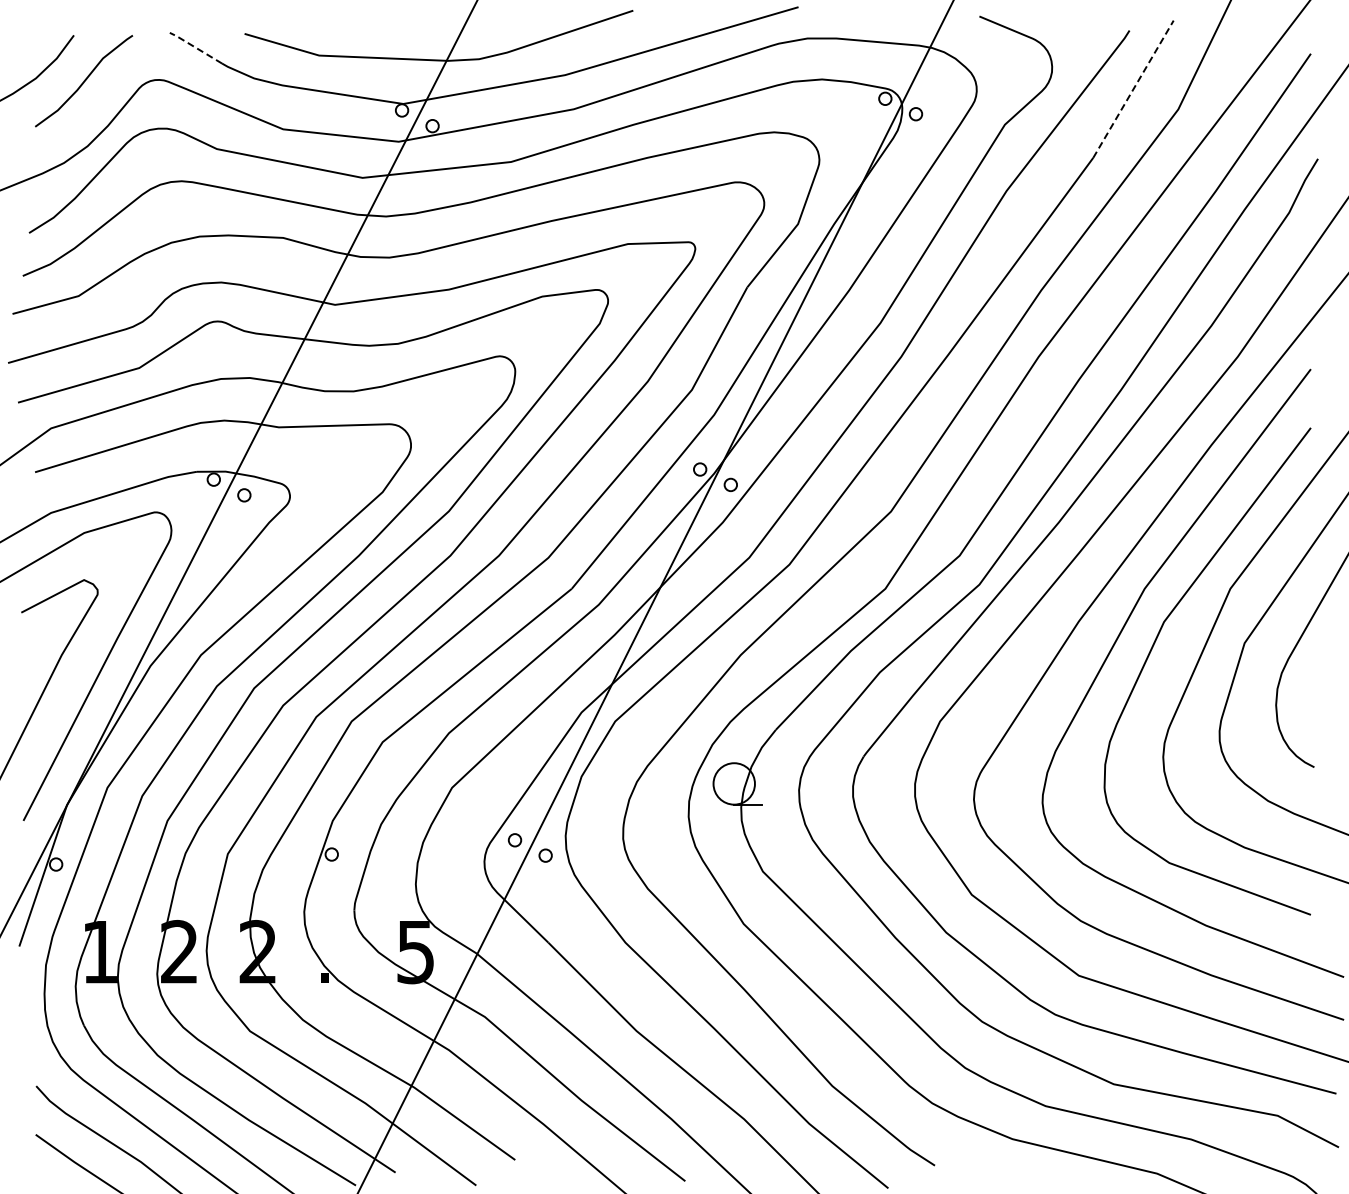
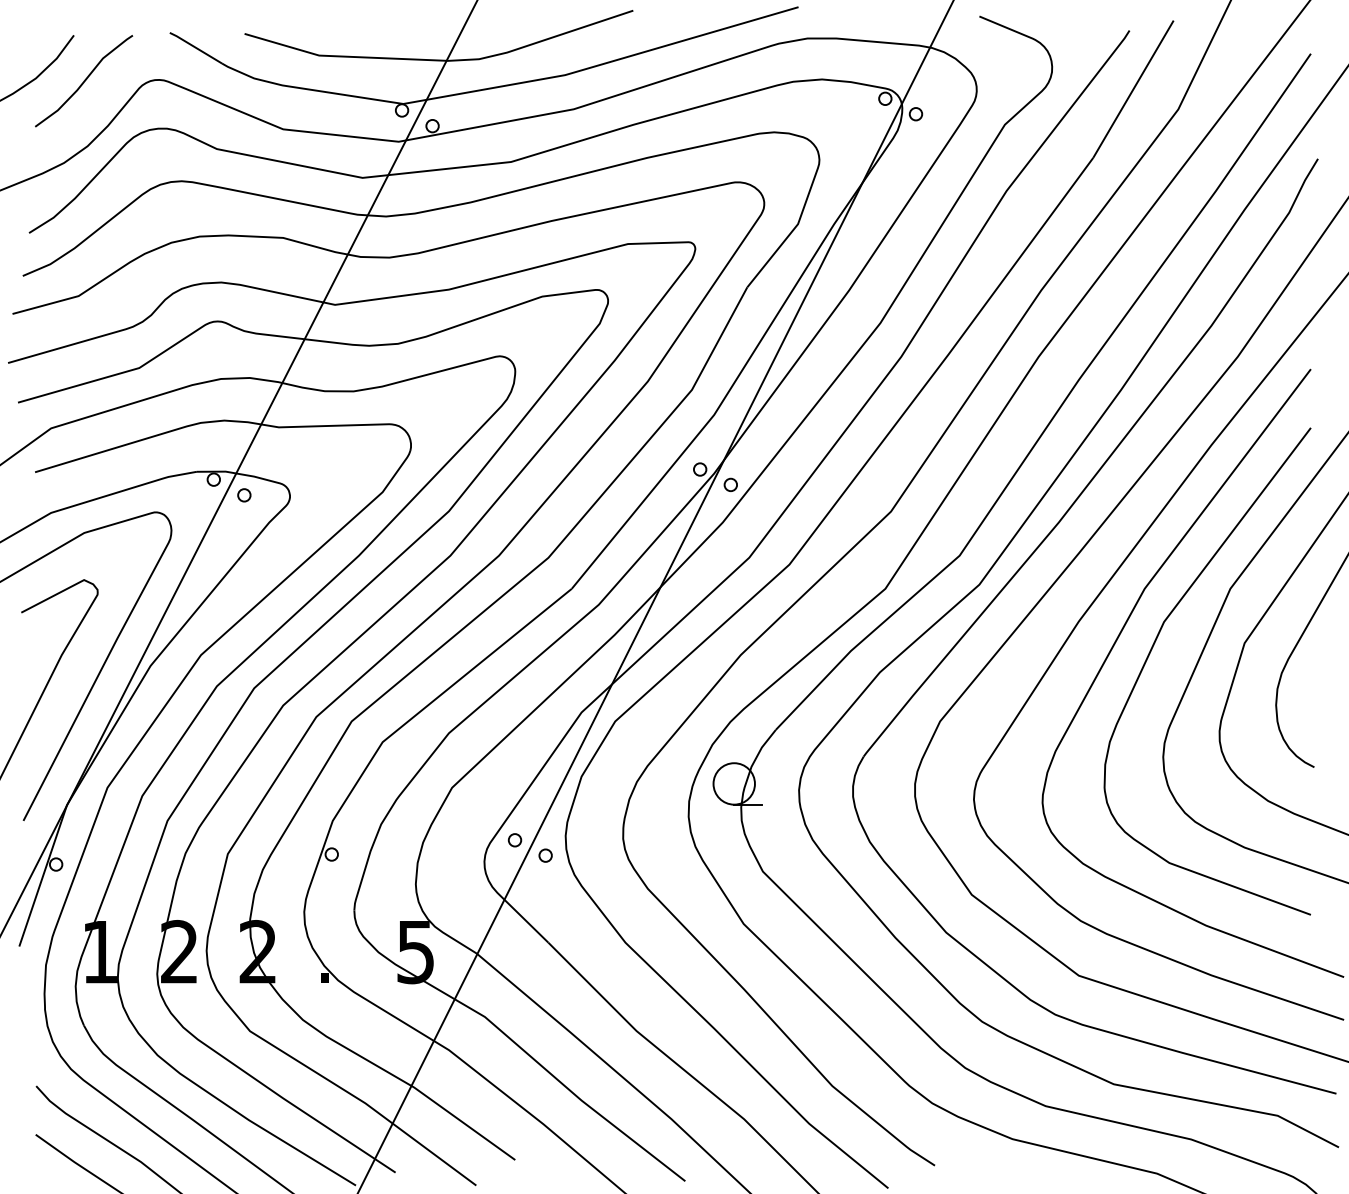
line at (195, 47): dashed -> solid
line at (1133, 89): dashed -> solid
